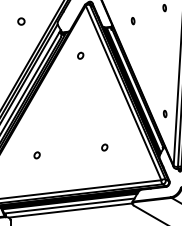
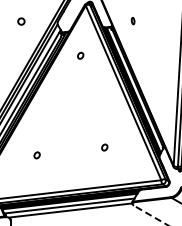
part at (164, 8): present -> none
part at (164, 113): present -> none
line at (151, 215): solid -> dashed
